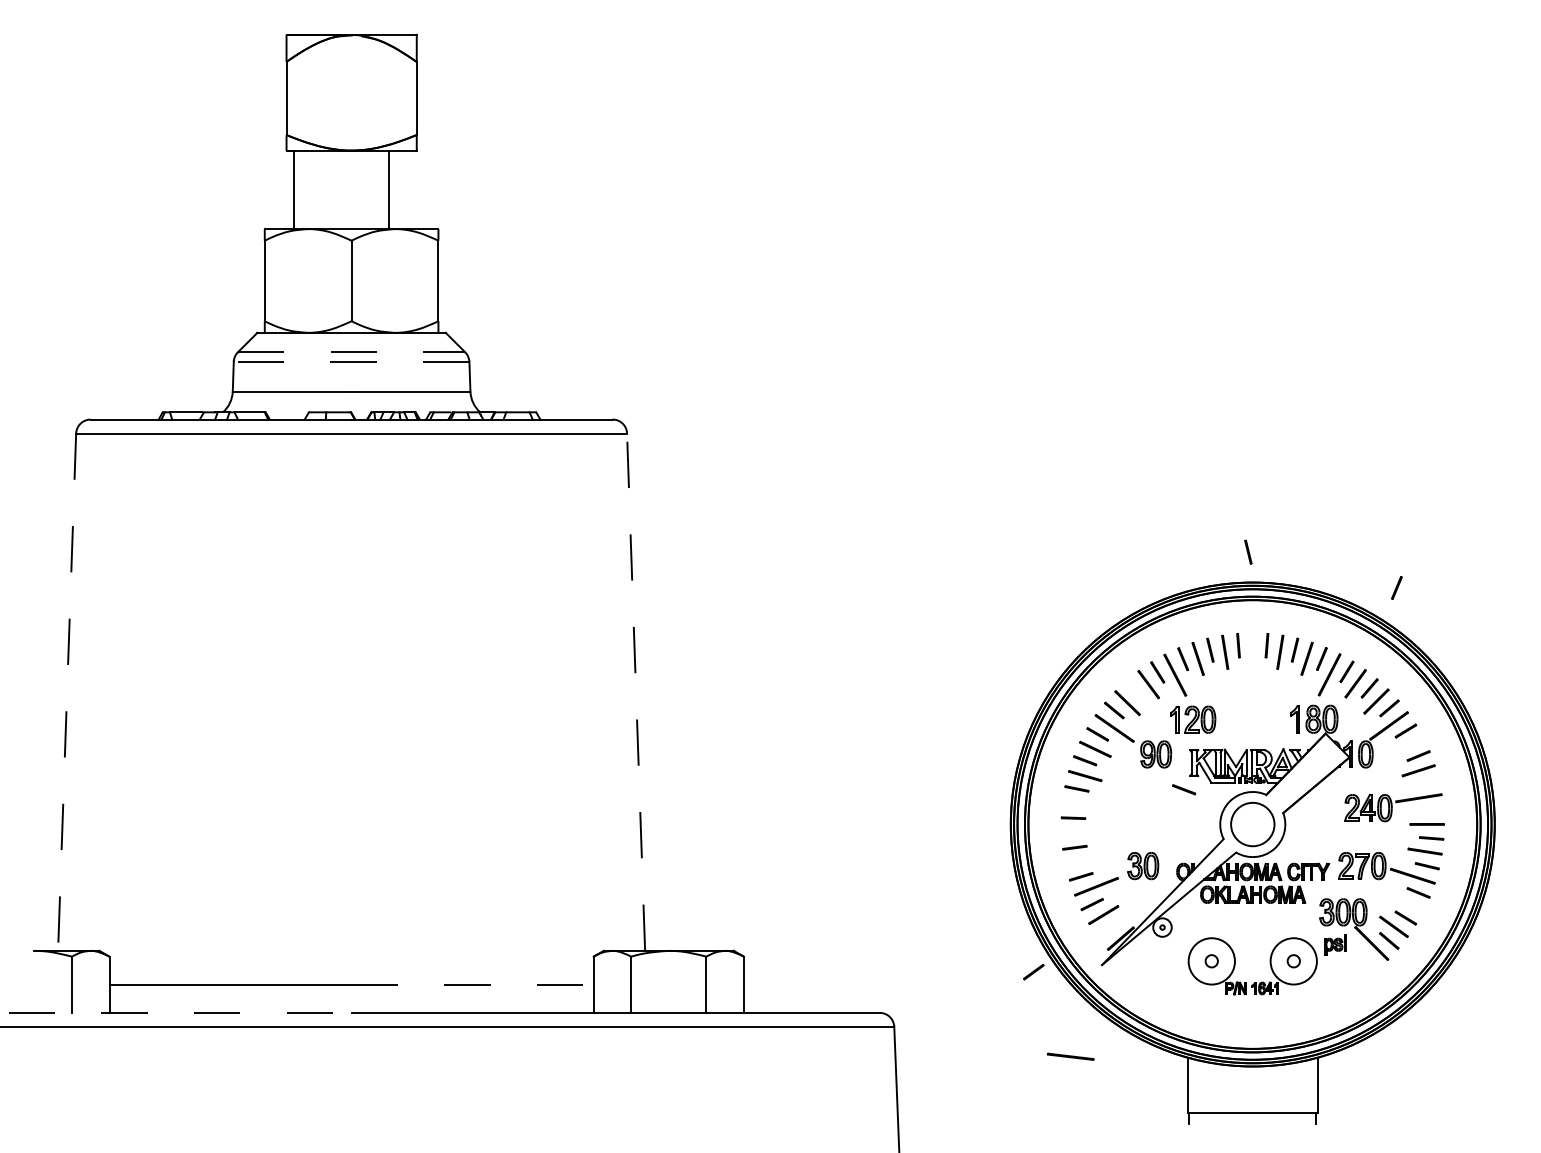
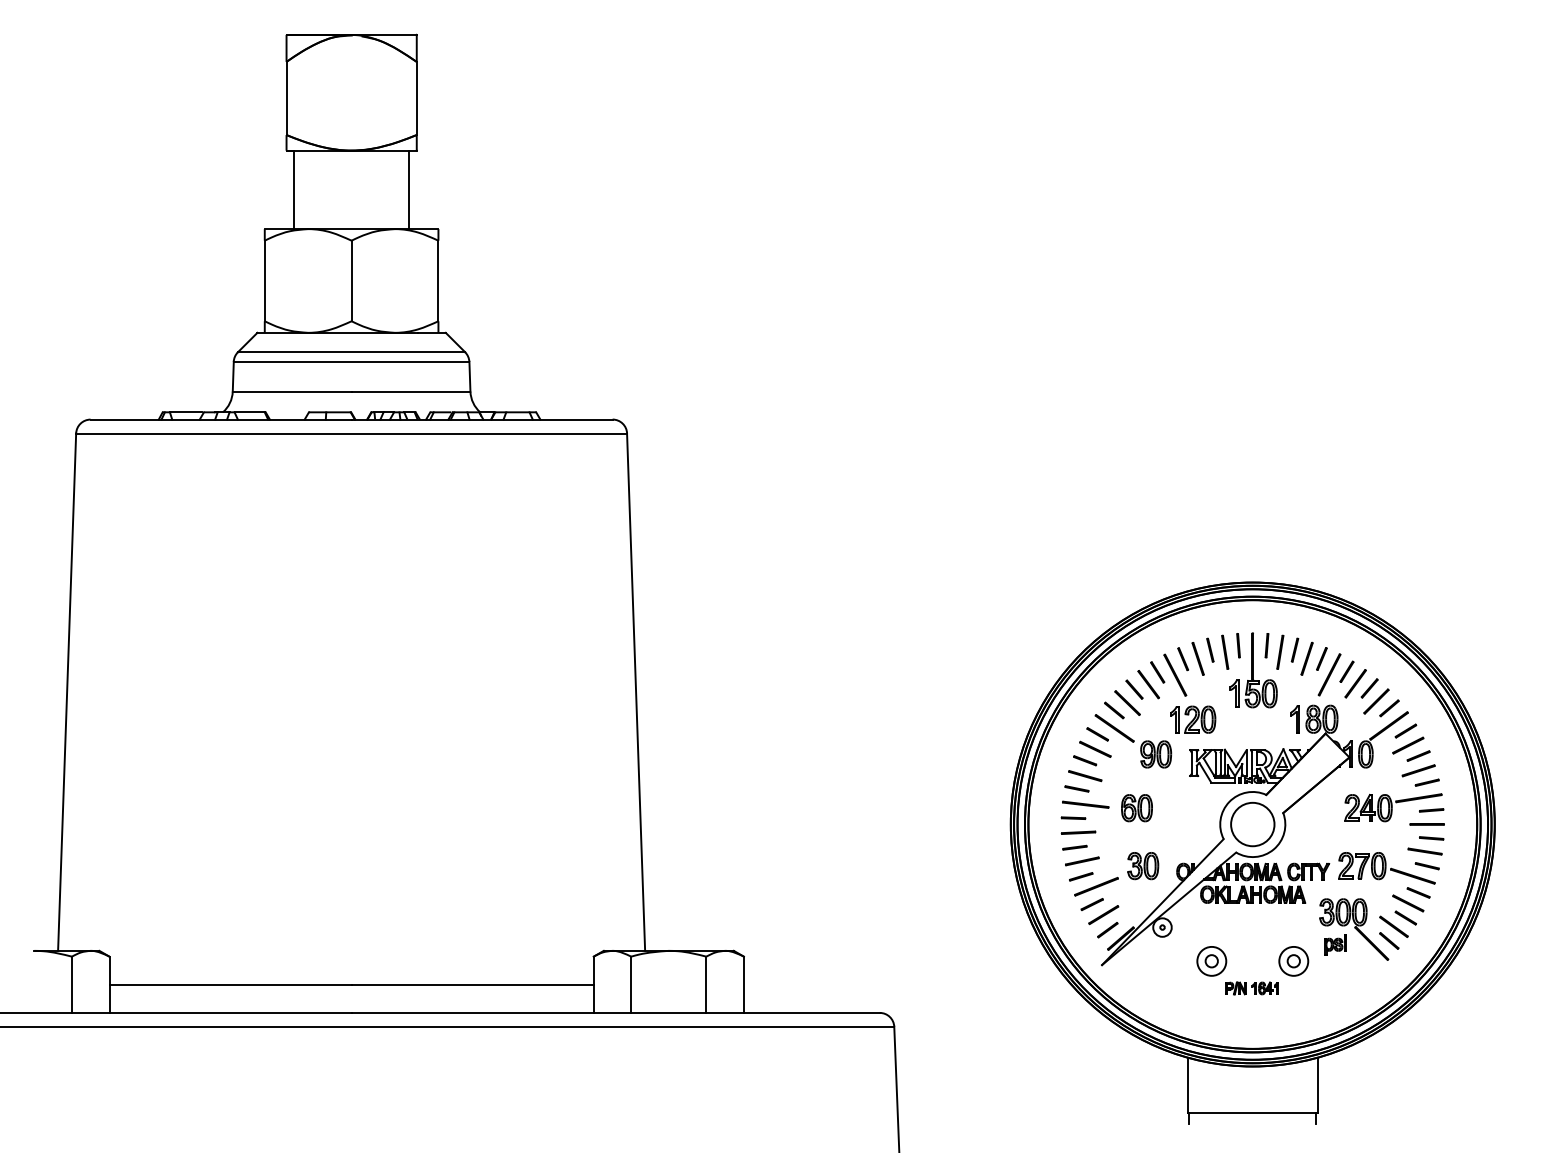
line at (389, 189) position: (389, 189) -> (409, 189)
line at (351, 352): dashed -> solid
line at (351, 361): dashed -> solid
line at (1248, 551): present -> none
line at (1396, 587): present -> none
part at (1253, 670): none -> present
line at (1134, 689): none -> present
line at (67, 692): dashed -> solid
line at (636, 692): dashed -> solid
line at (1408, 745): none -> present
line at (1426, 782): none -> present
line at (1184, 789): present -> none
part at (1136, 808): none -> present
line at (1431, 810): none -> present
line at (1078, 832): none -> present
line at (1082, 861): none -> present
line at (1408, 903): none -> present
circle at (1211, 961) diameter: 46 px -> 29 px
circle at (1293, 961) diameter: 46 px -> 29 px
line at (1033, 972) position: (1033, 972) -> (1107, 930)
line at (473, 984): dashed -> solid
line at (175, 1012): dashed -> solid
line at (1070, 1056) position: (1070, 1056) -> (1085, 804)
